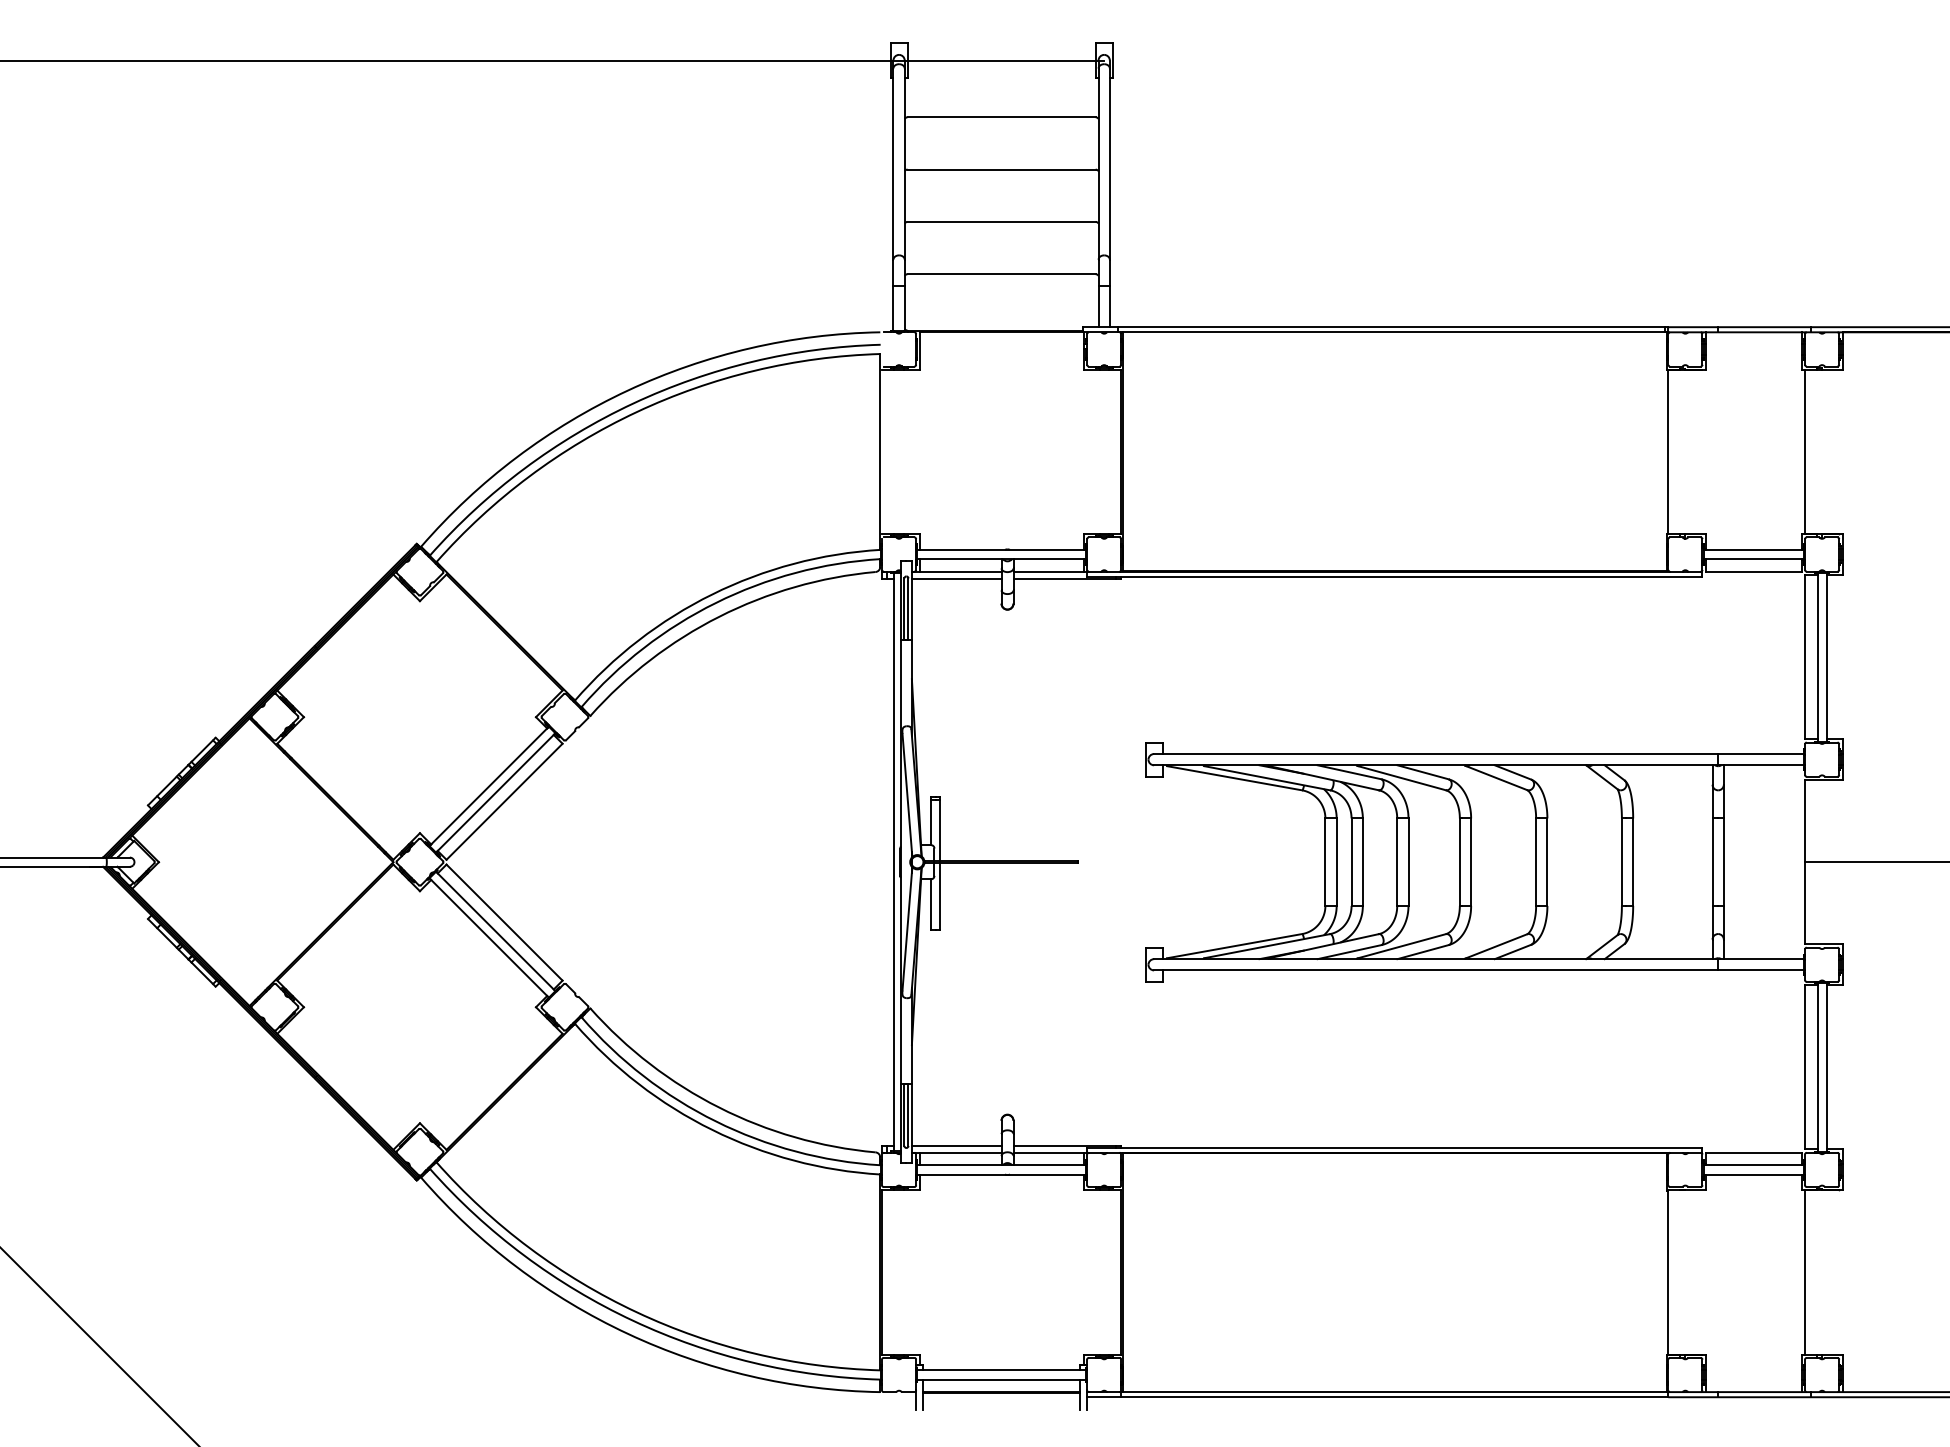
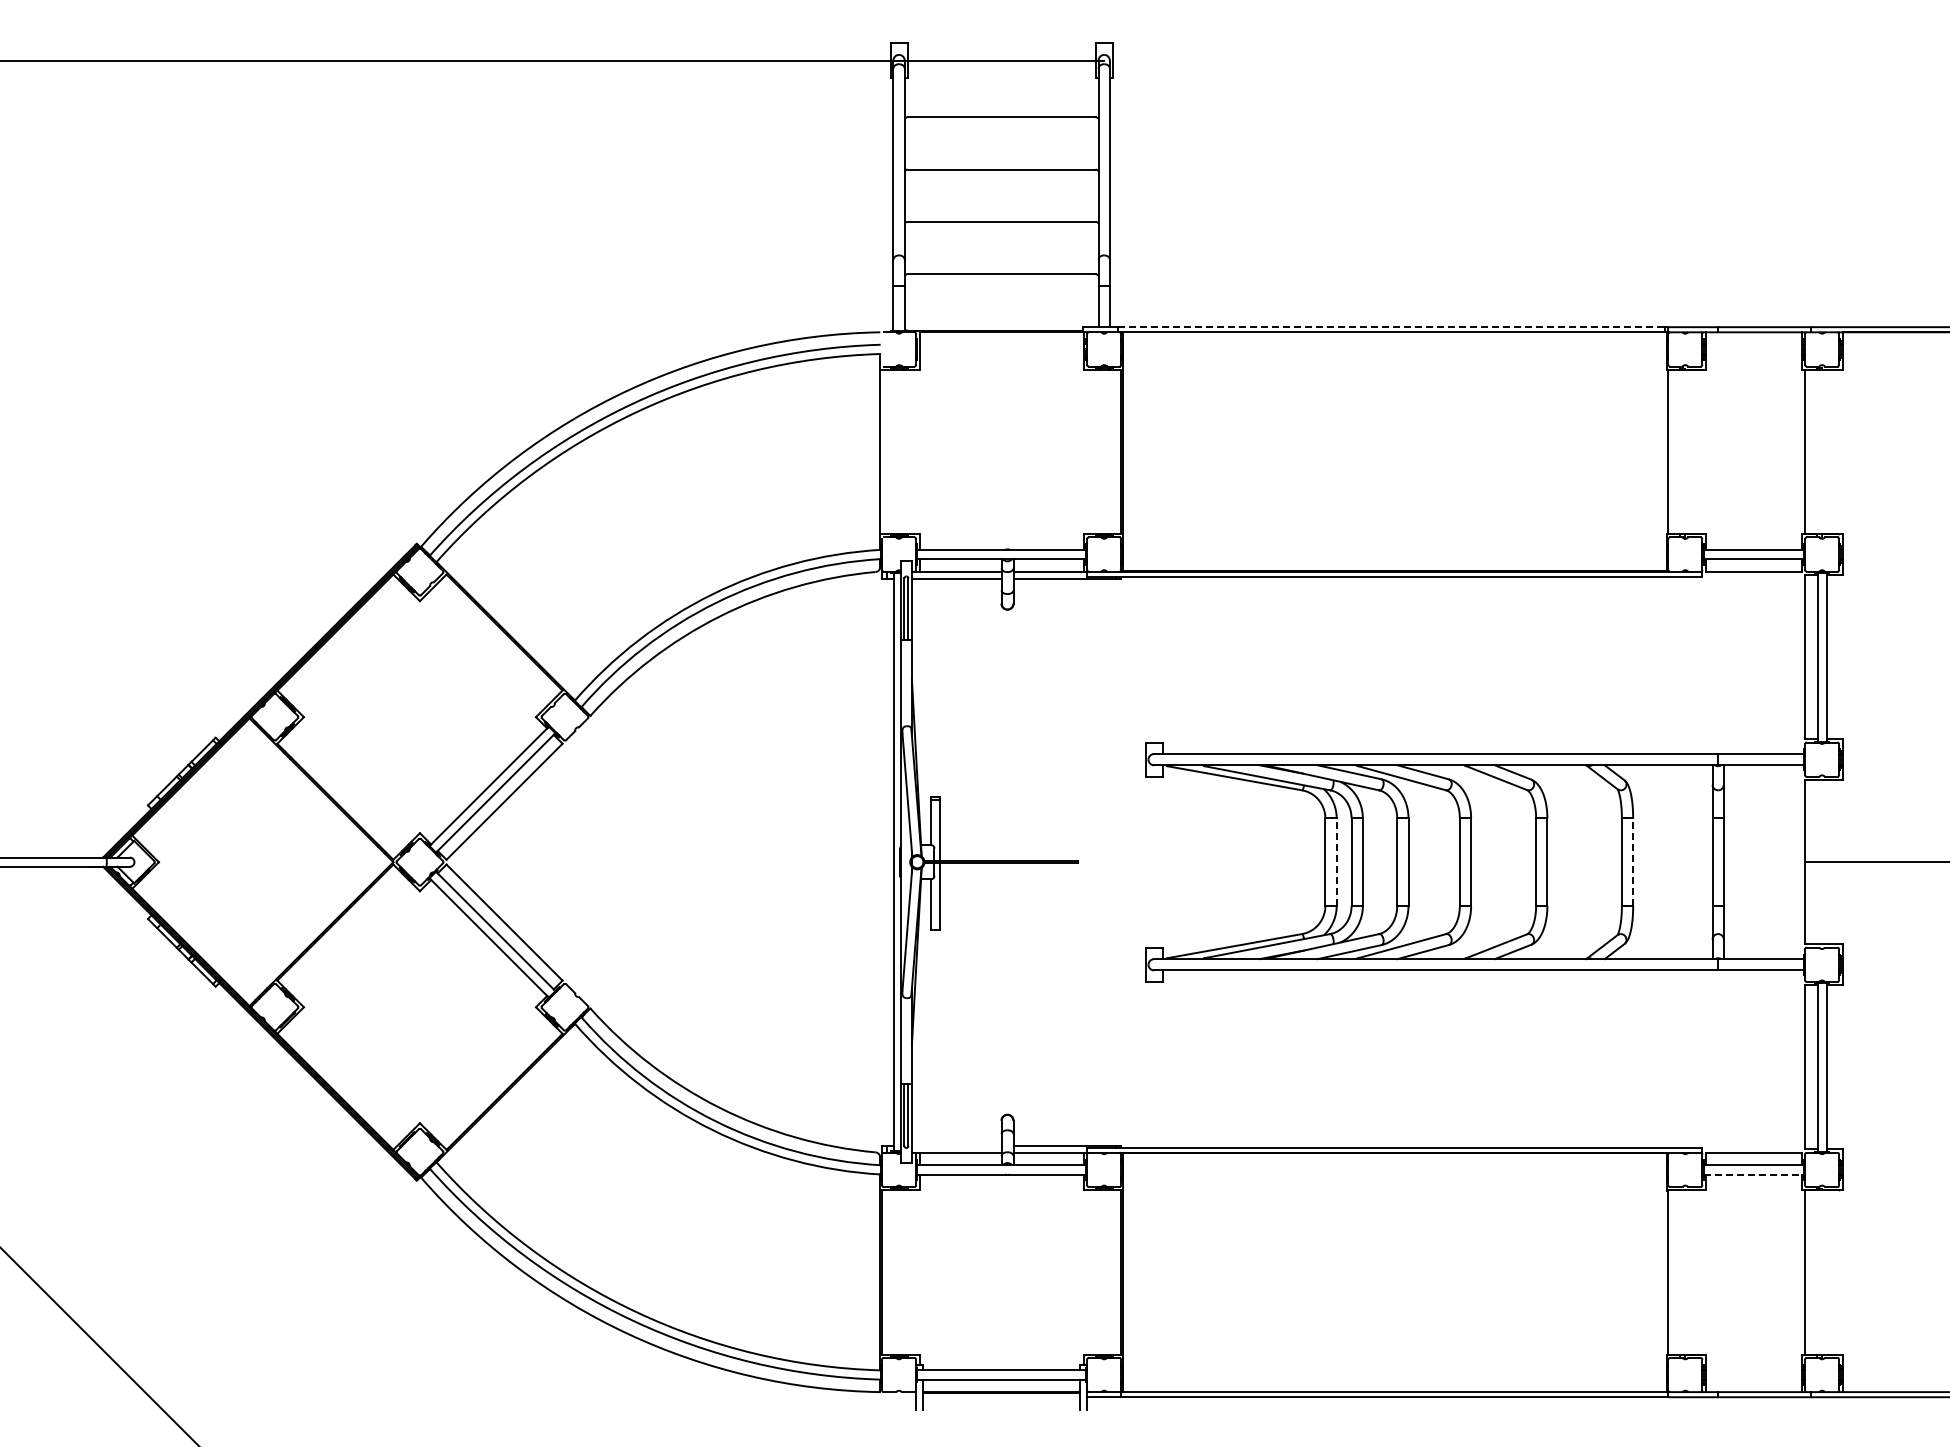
line at (1391, 327): solid -> dashed
line at (1336, 862): solid -> dashed
line at (1633, 862): solid -> dashed
line at (956, 1145): present -> none
line at (1754, 1174): solid -> dashed
